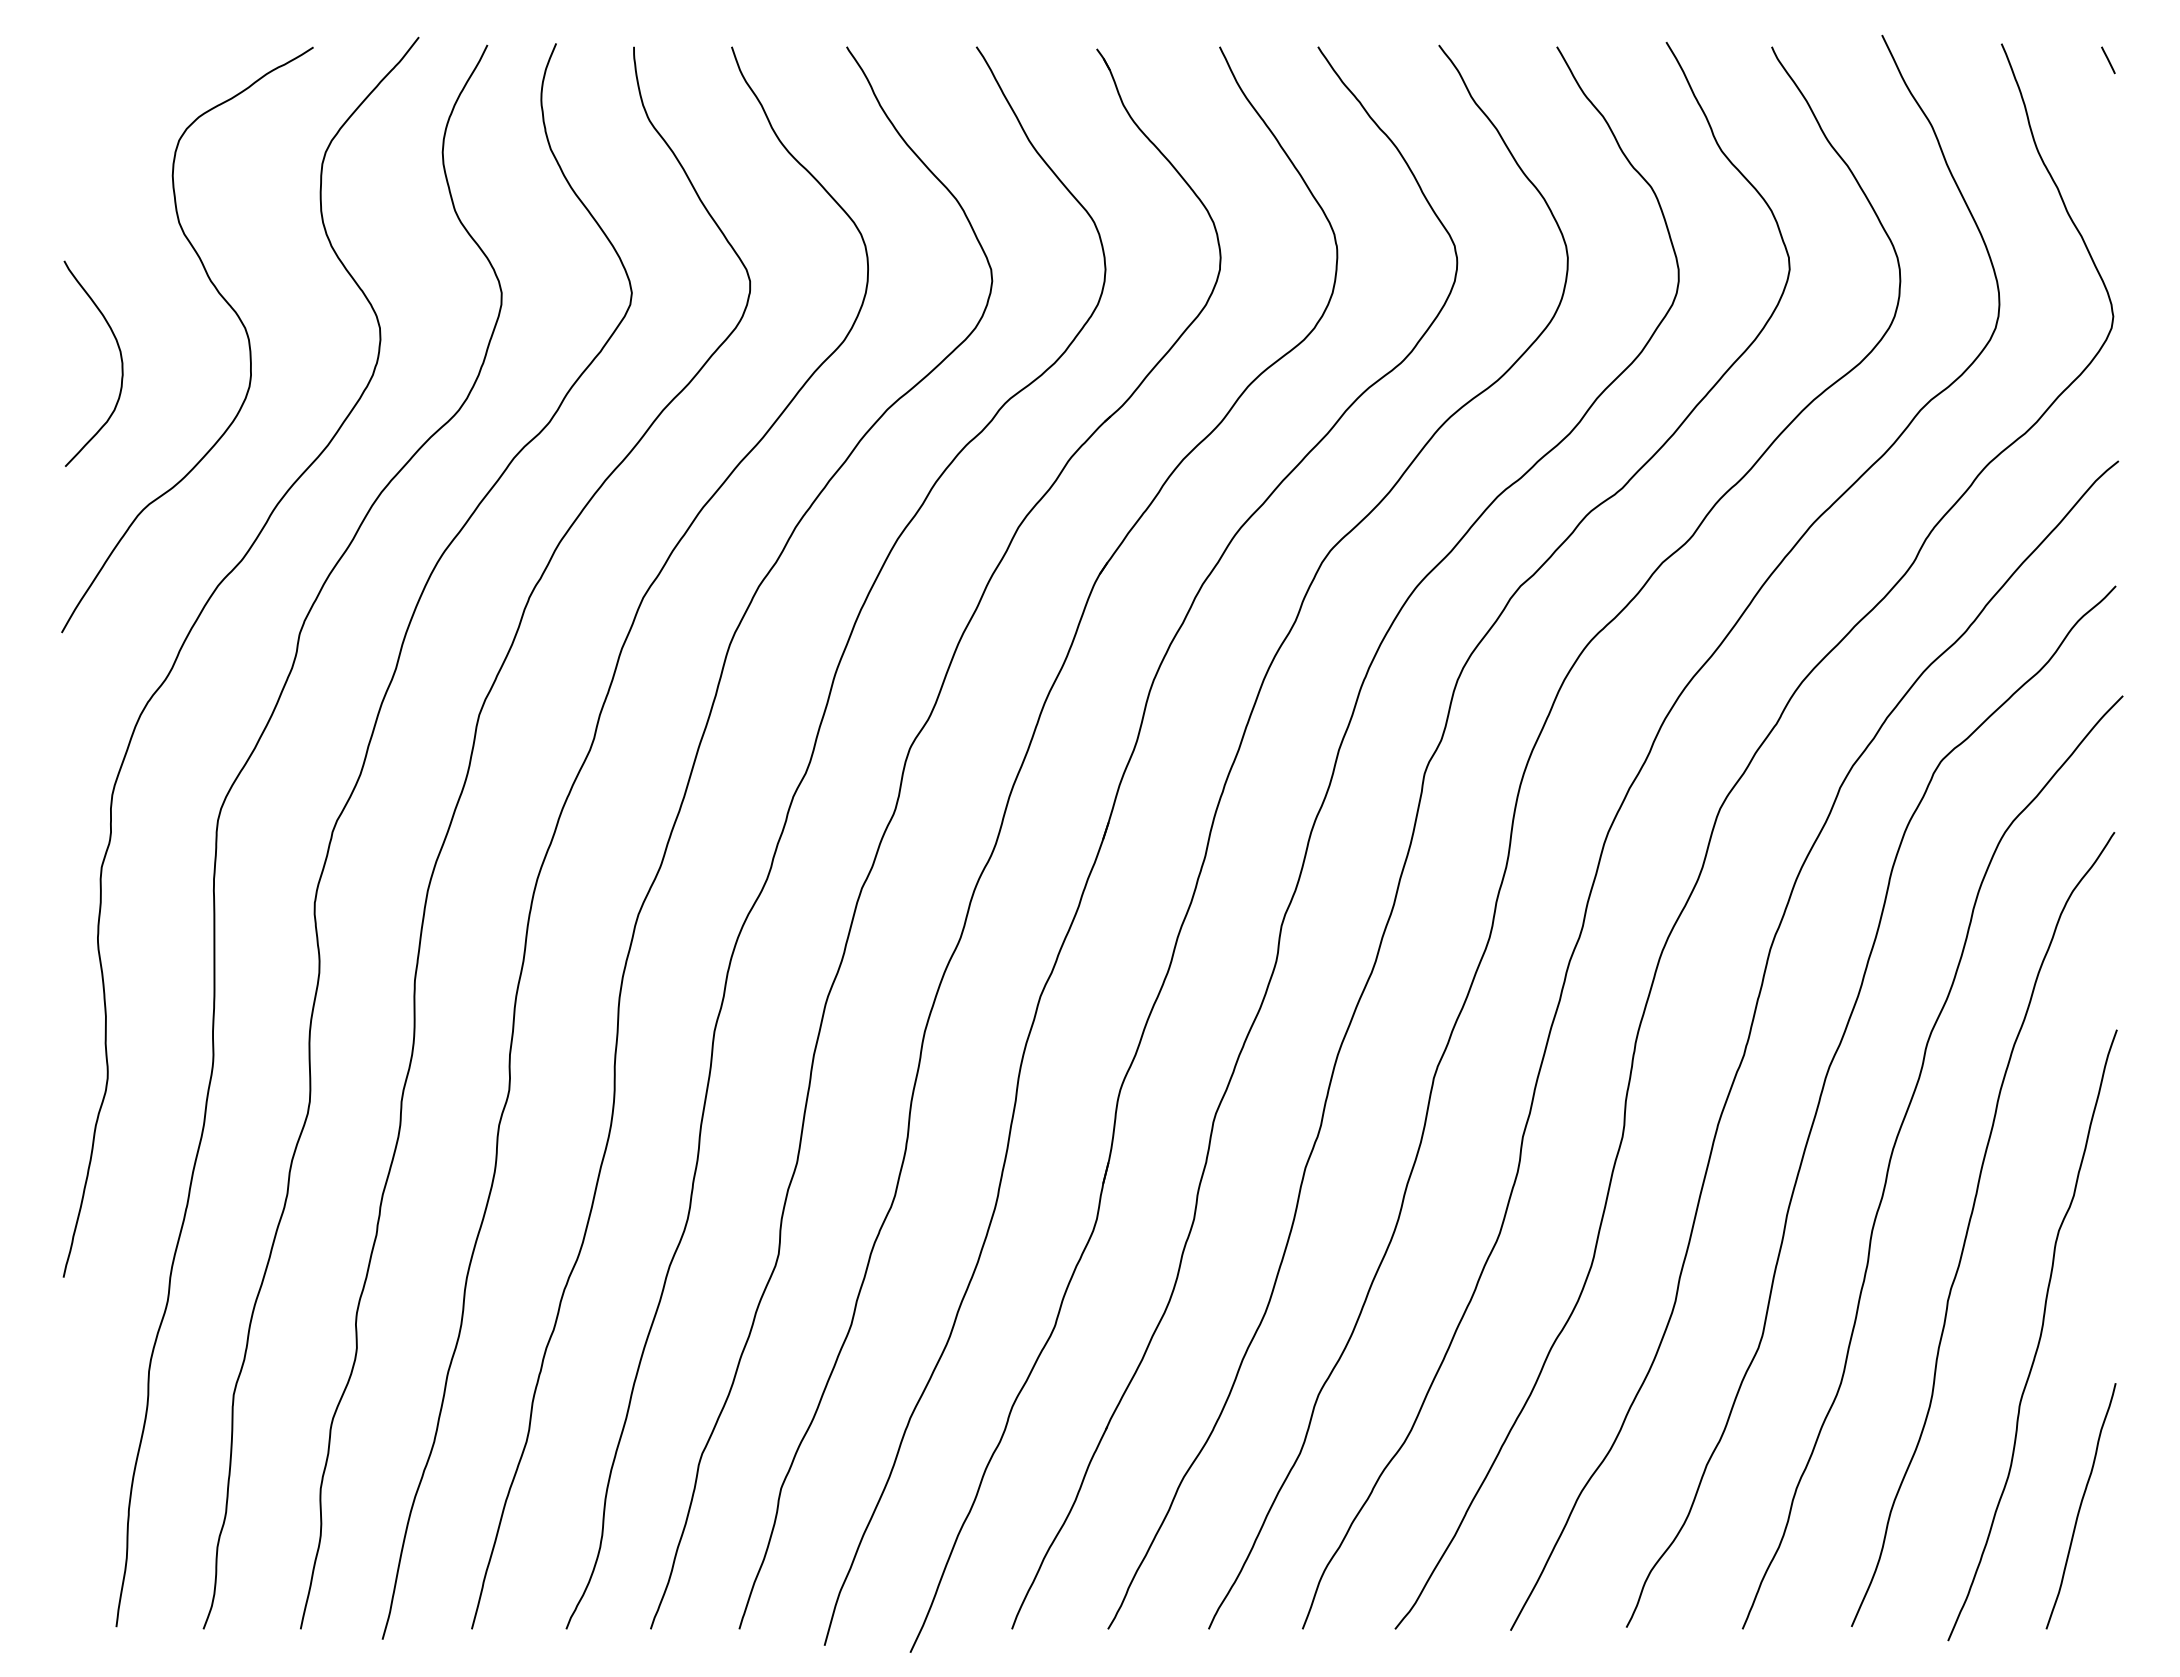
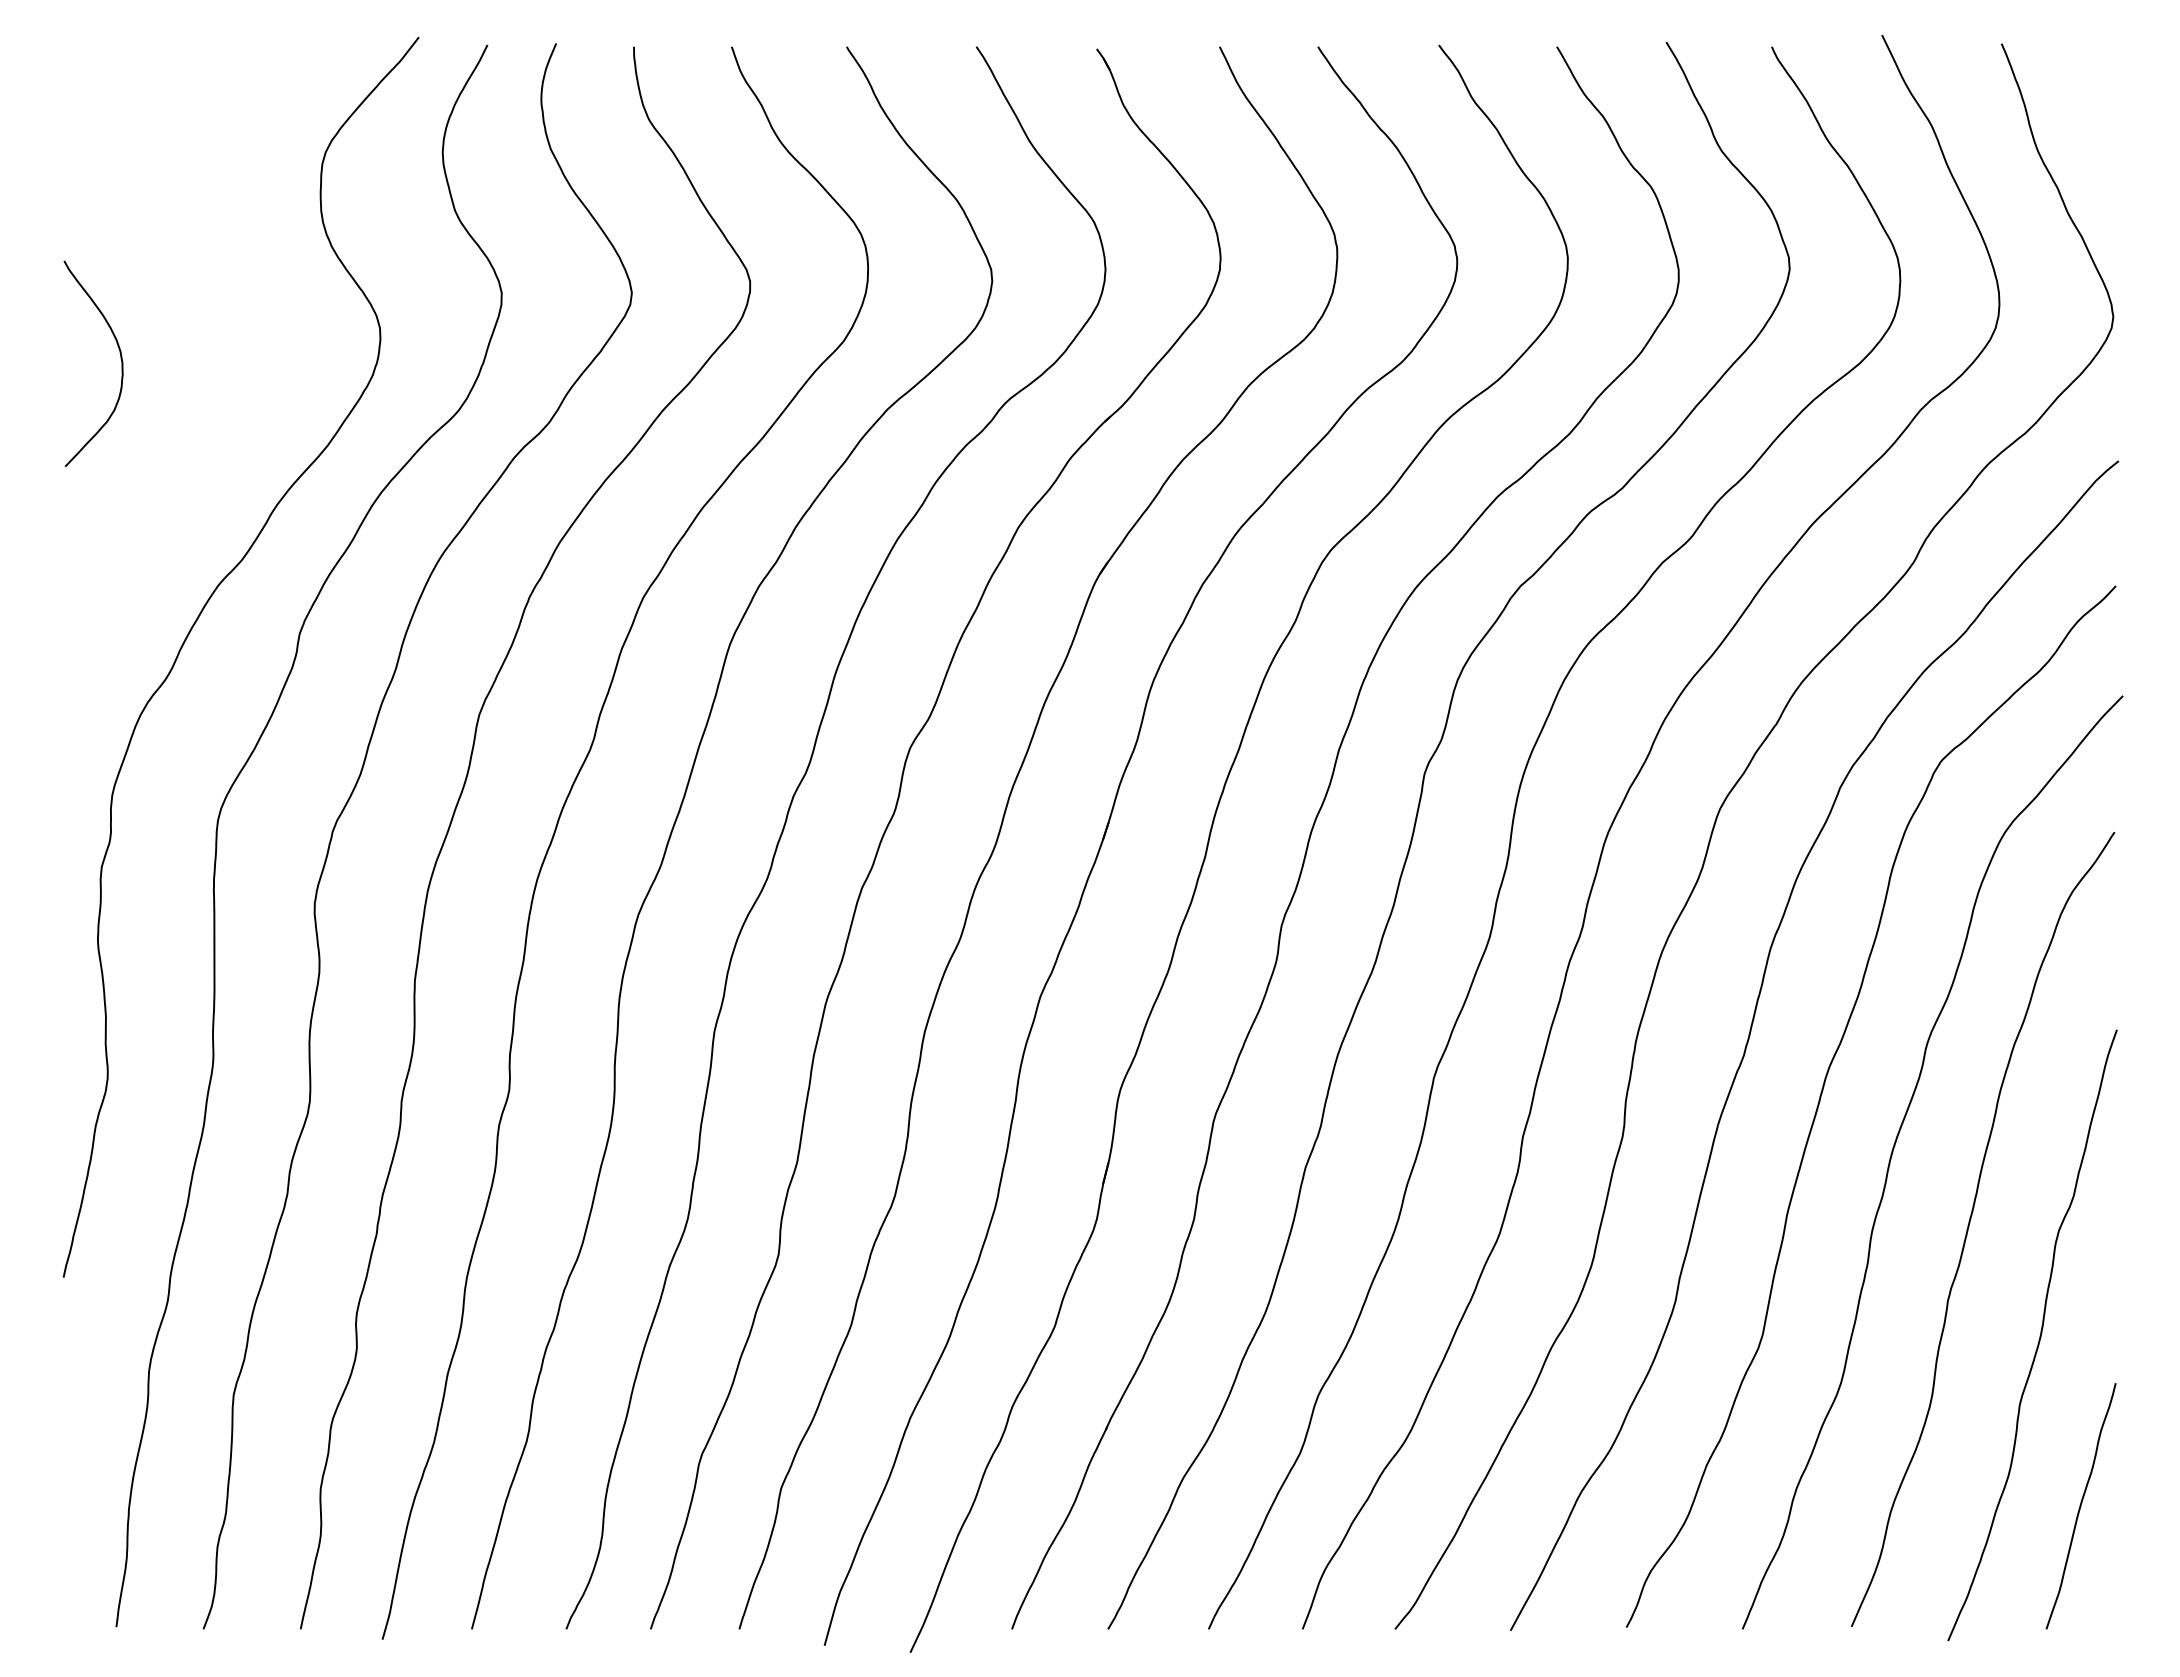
line at (2108, 60): present -> none
curve at (226, 303): present -> none
